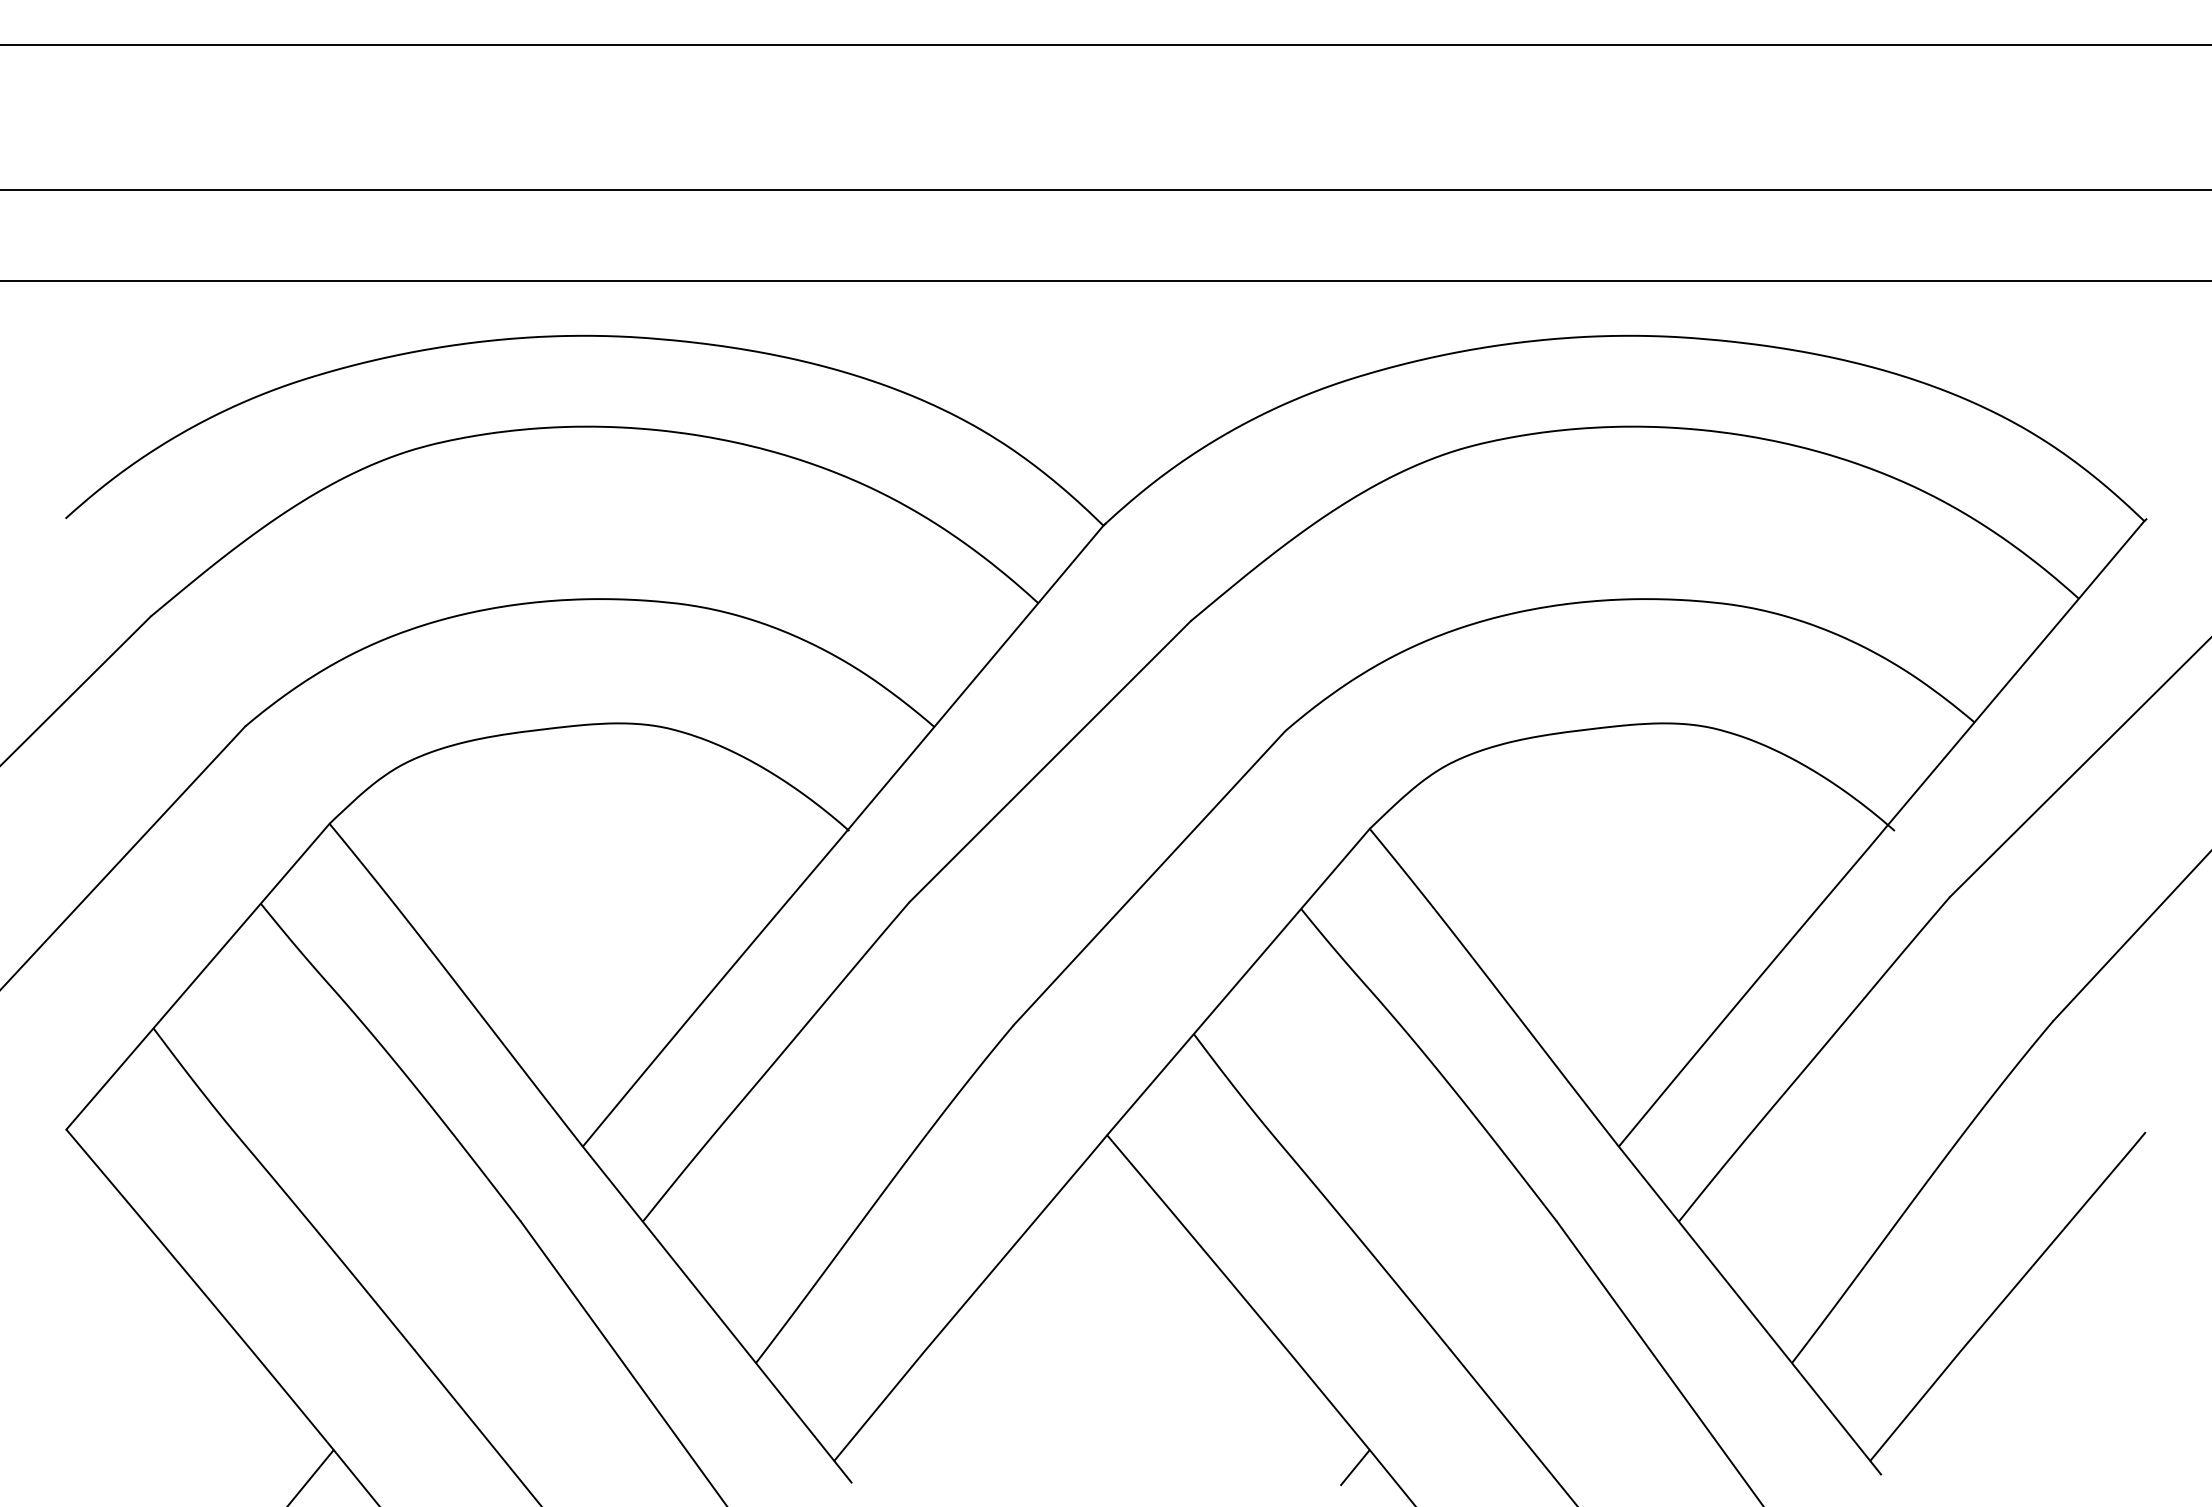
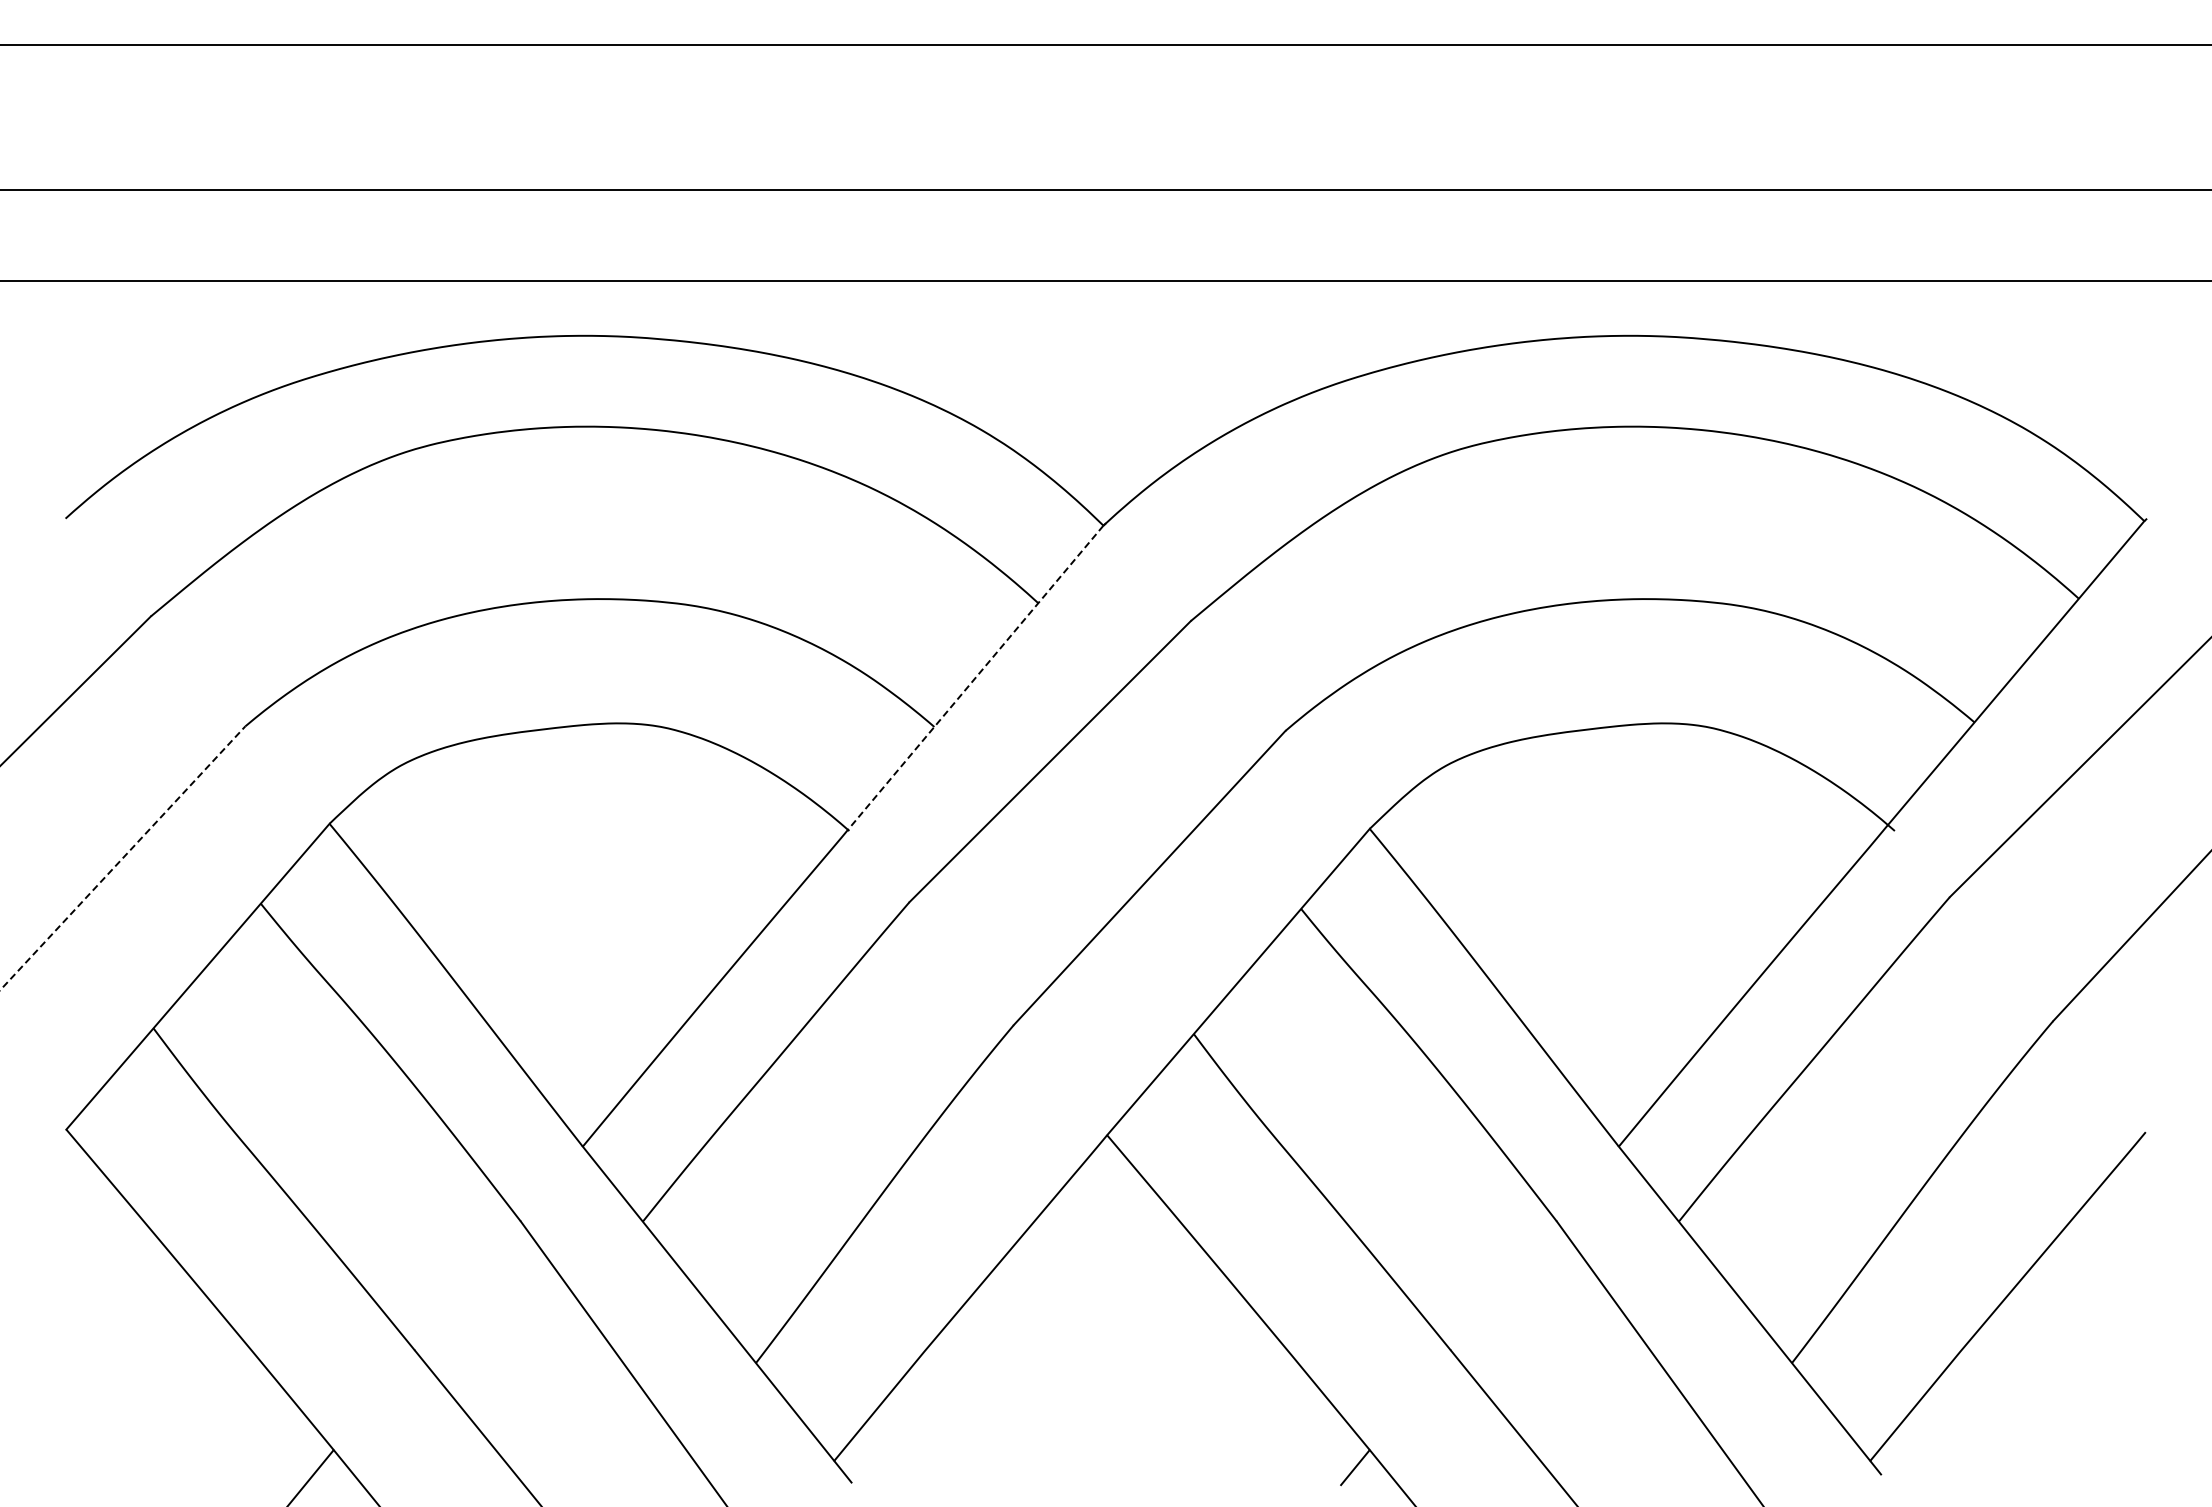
line at (975, 677): solid -> dashed
line at (123, 857): solid -> dashed
